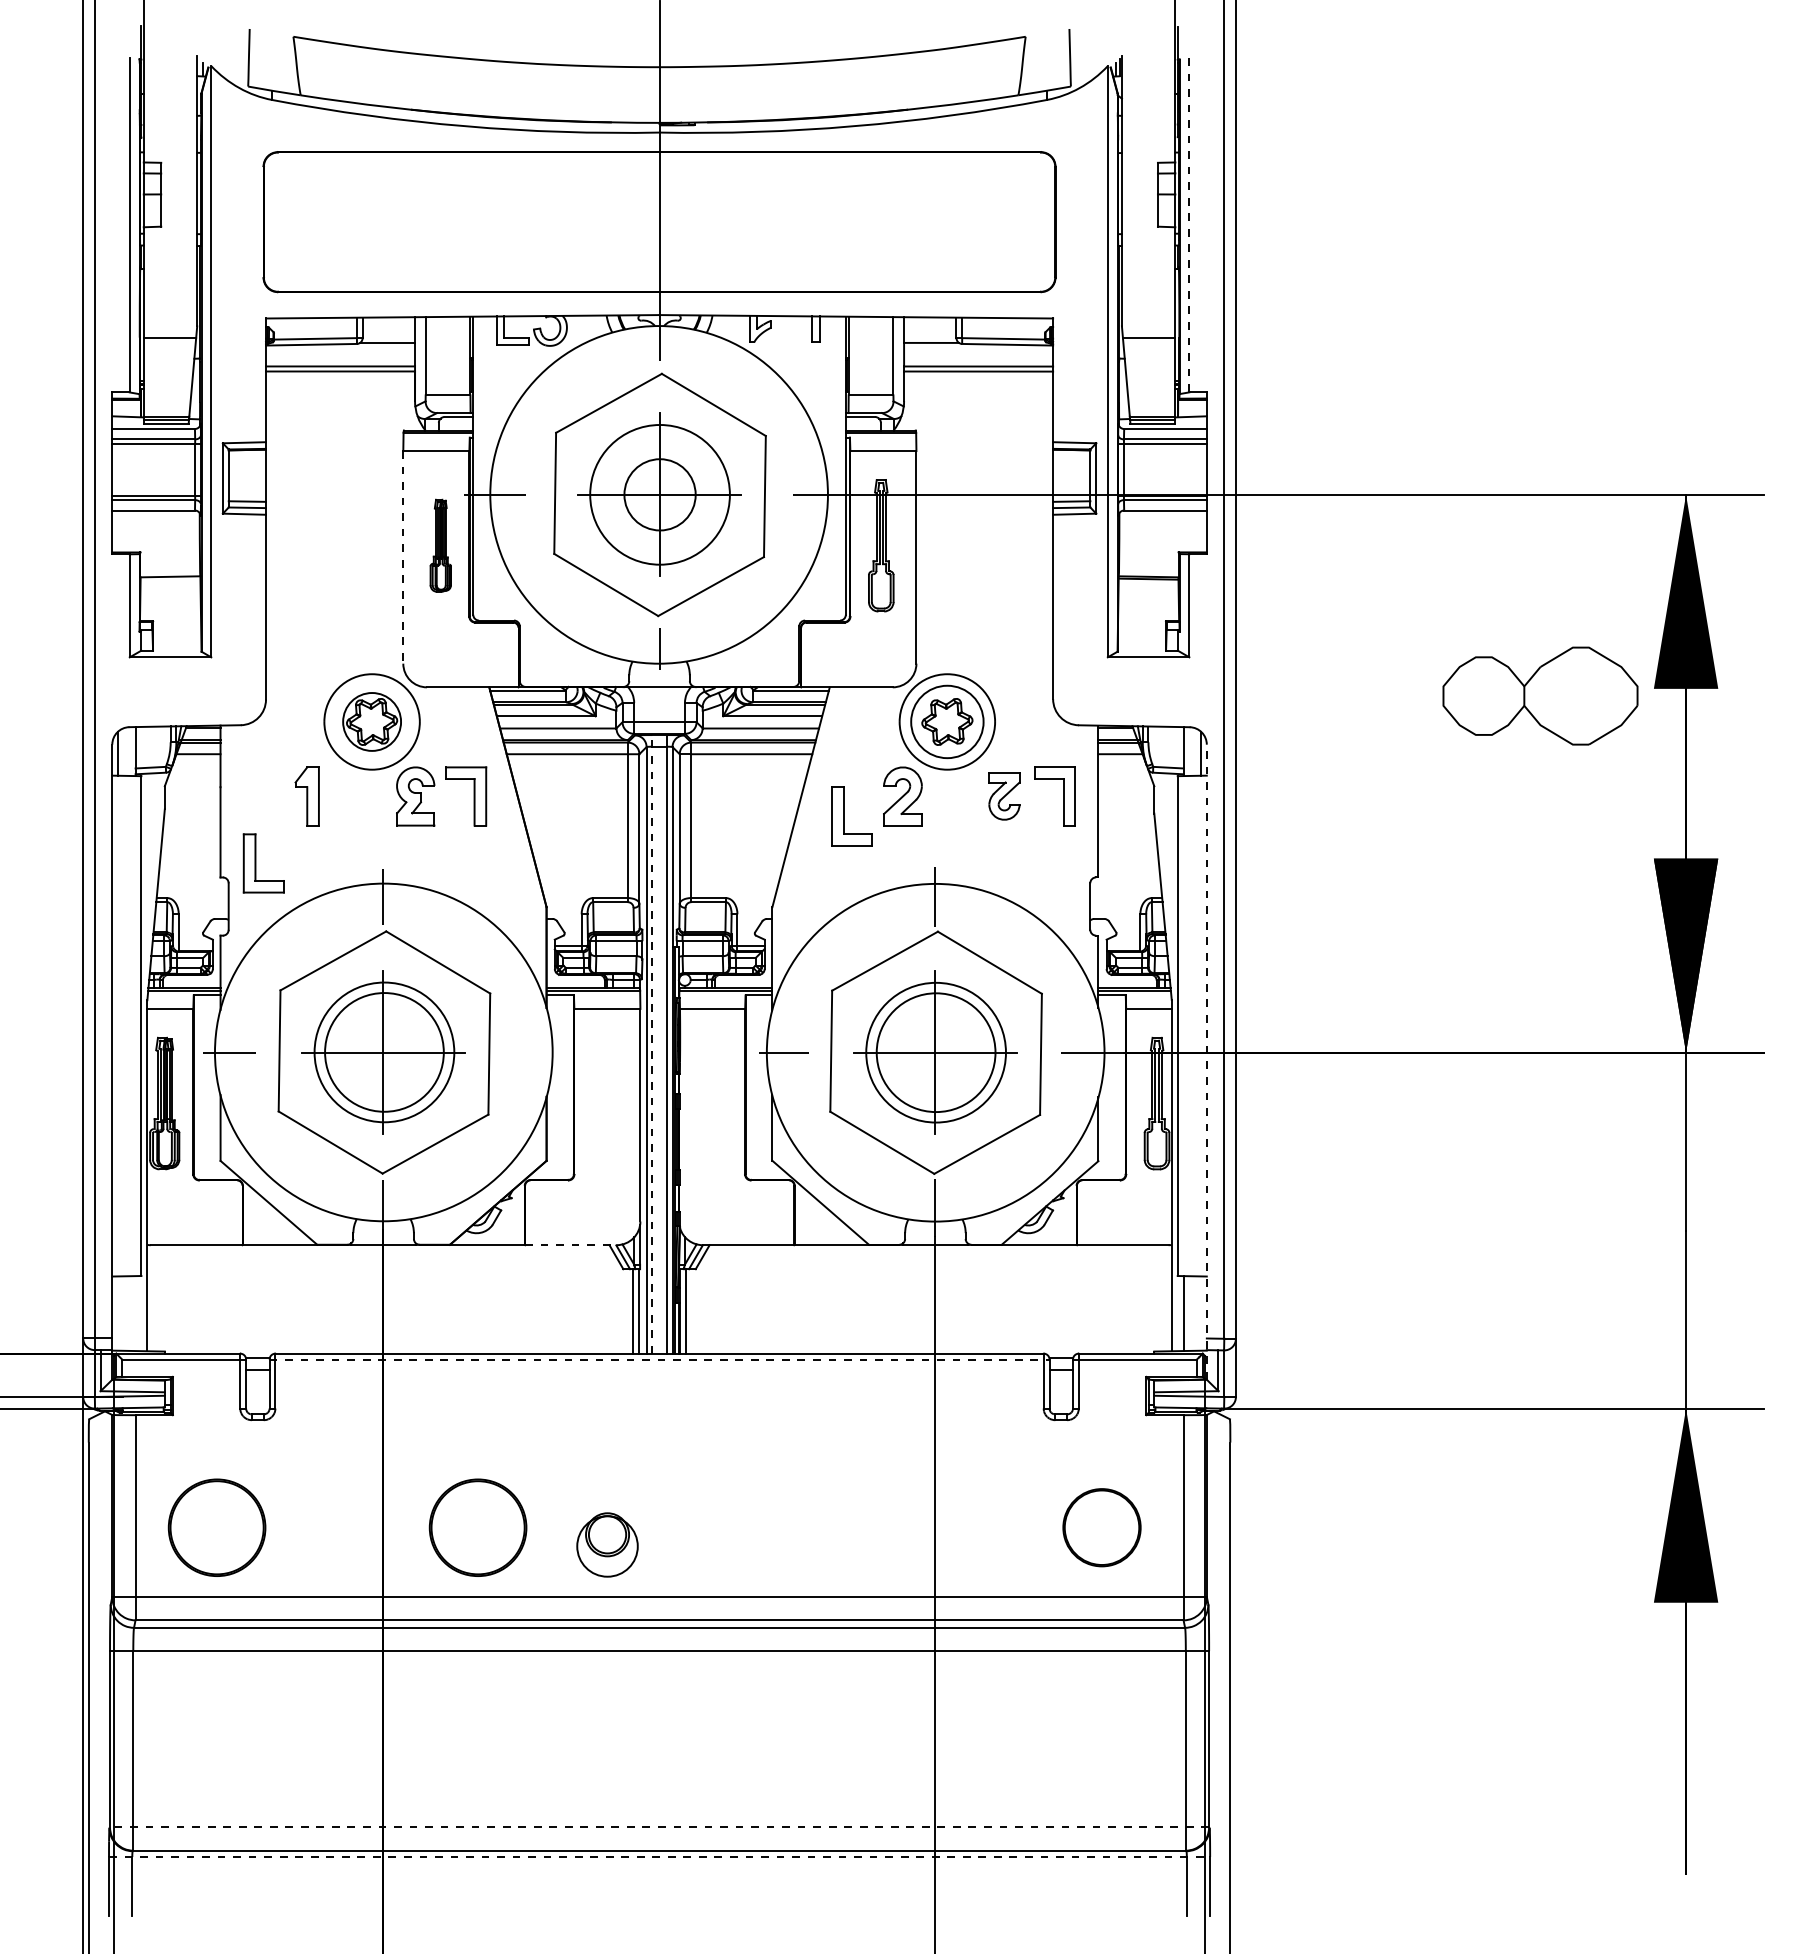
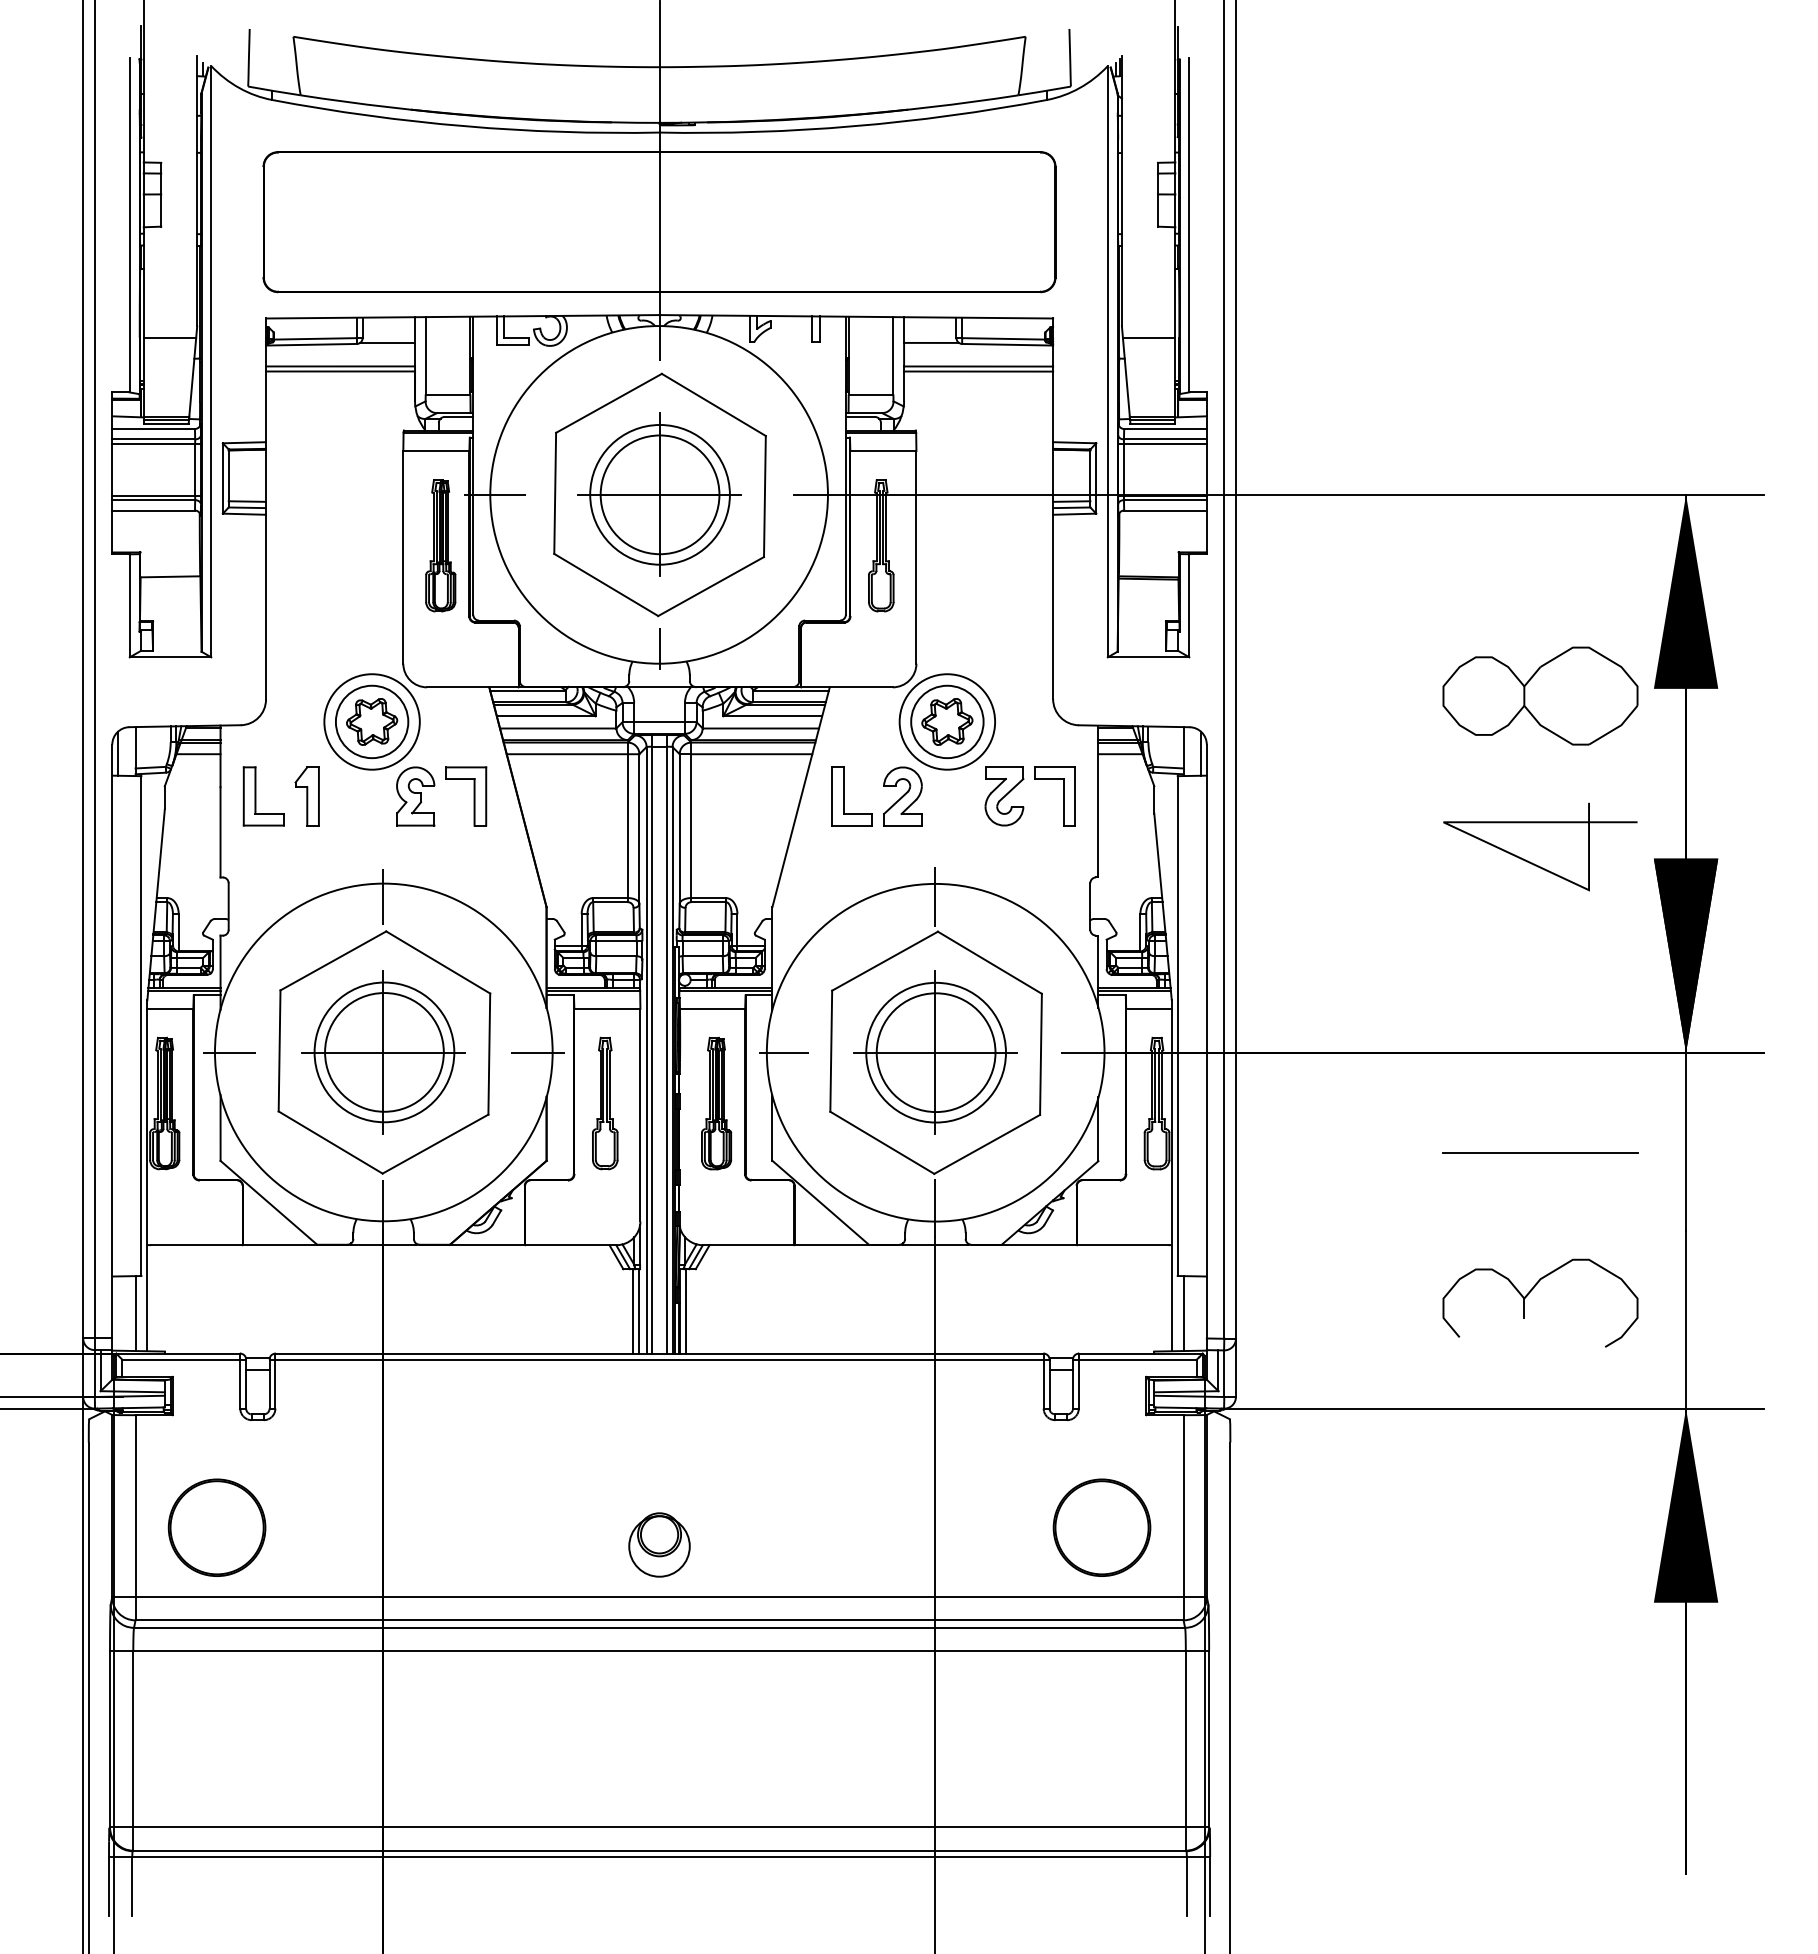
line at (1189, 225): dashed -> solid
circle at (659, 494) diameter: 71 px -> 119 px
part at (440, 545) size: 23x95 px -> 32x134 px
line at (403, 557): dashed -> solid
circle at (372, 721) diameter: 58 px -> 72 px
part at (1004, 796) size: 33x49 px -> 41x61 px
part at (844, 816) position: (844, 816) -> (844, 796)
line at (1532, 862): none -> present
part at (256, 863) position: (256, 863) -> (256, 796)
line at (652, 1043): dashed -> solid
line at (537, 1052): none -> present
line at (1206, 1062): dashed -> solid
part at (605, 1103): none -> present
part at (716, 1103): none -> present
line at (1540, 1153): none -> present
line at (570, 1245): dashed -> solid
part at (1528, 1295): none -> present
line at (135, 1313): none -> present
line at (659, 1359): dashed -> solid
part at (477, 1527): present -> none
part at (1101, 1527) size: 80x80 px -> 100x99 px
part at (607, 1544) position: (607, 1544) -> (659, 1544)
line at (659, 1827): dashed -> solid
line at (659, 1857): dashed -> solid
